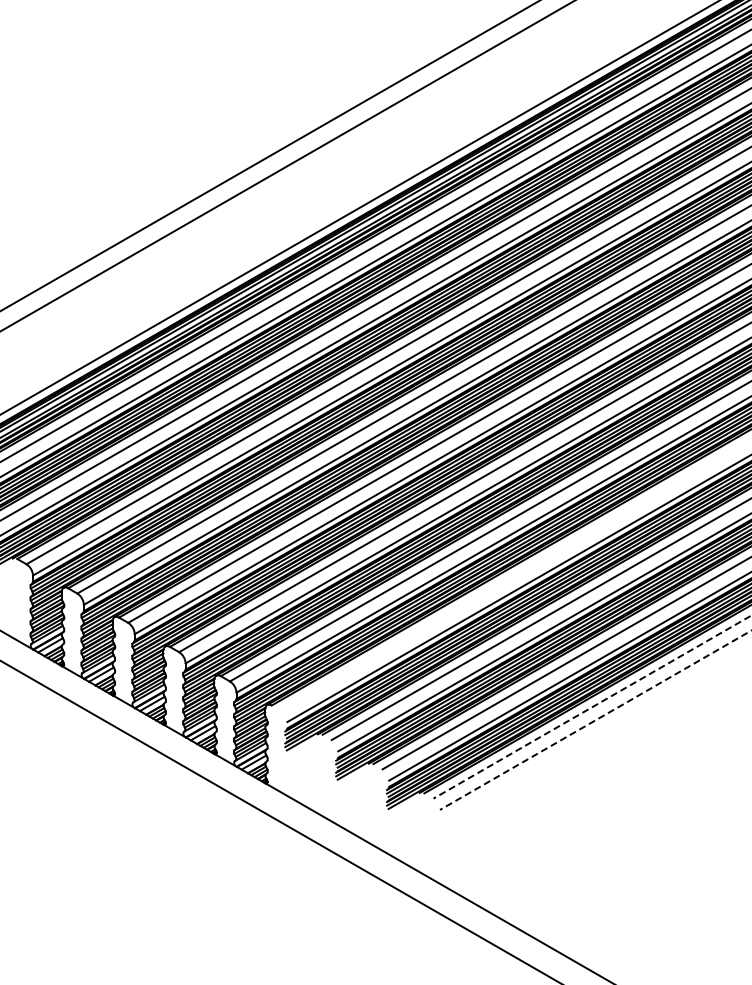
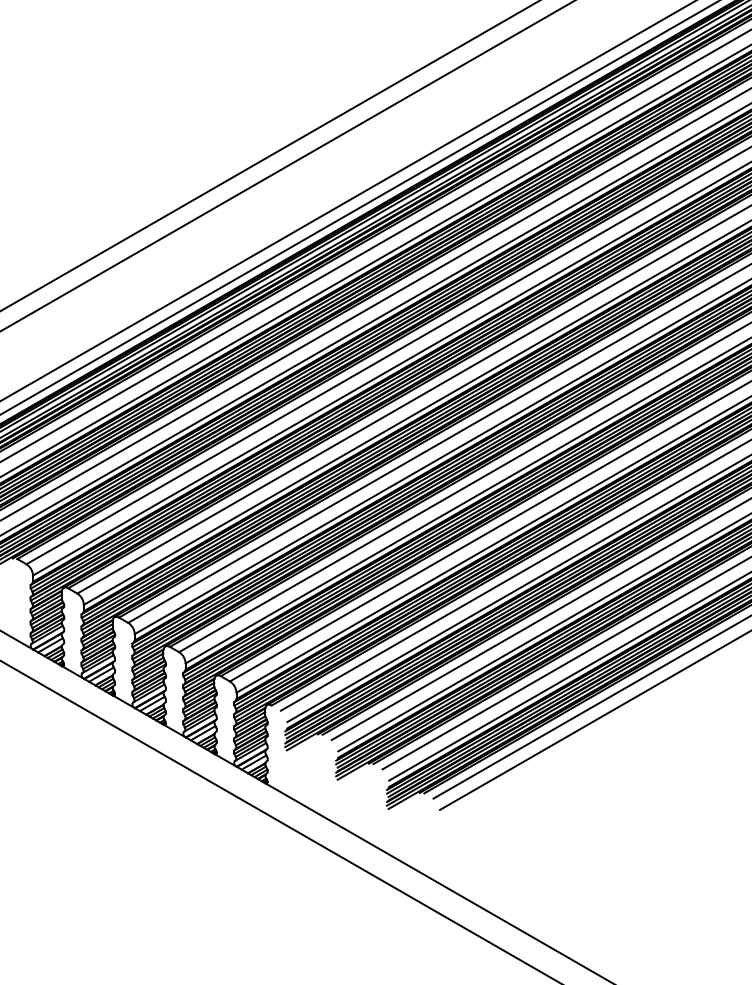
line at (347, 201): none -> present
line at (514, 575): none -> present
line at (592, 707): dashed -> solid
line at (595, 720): dashed -> solid
